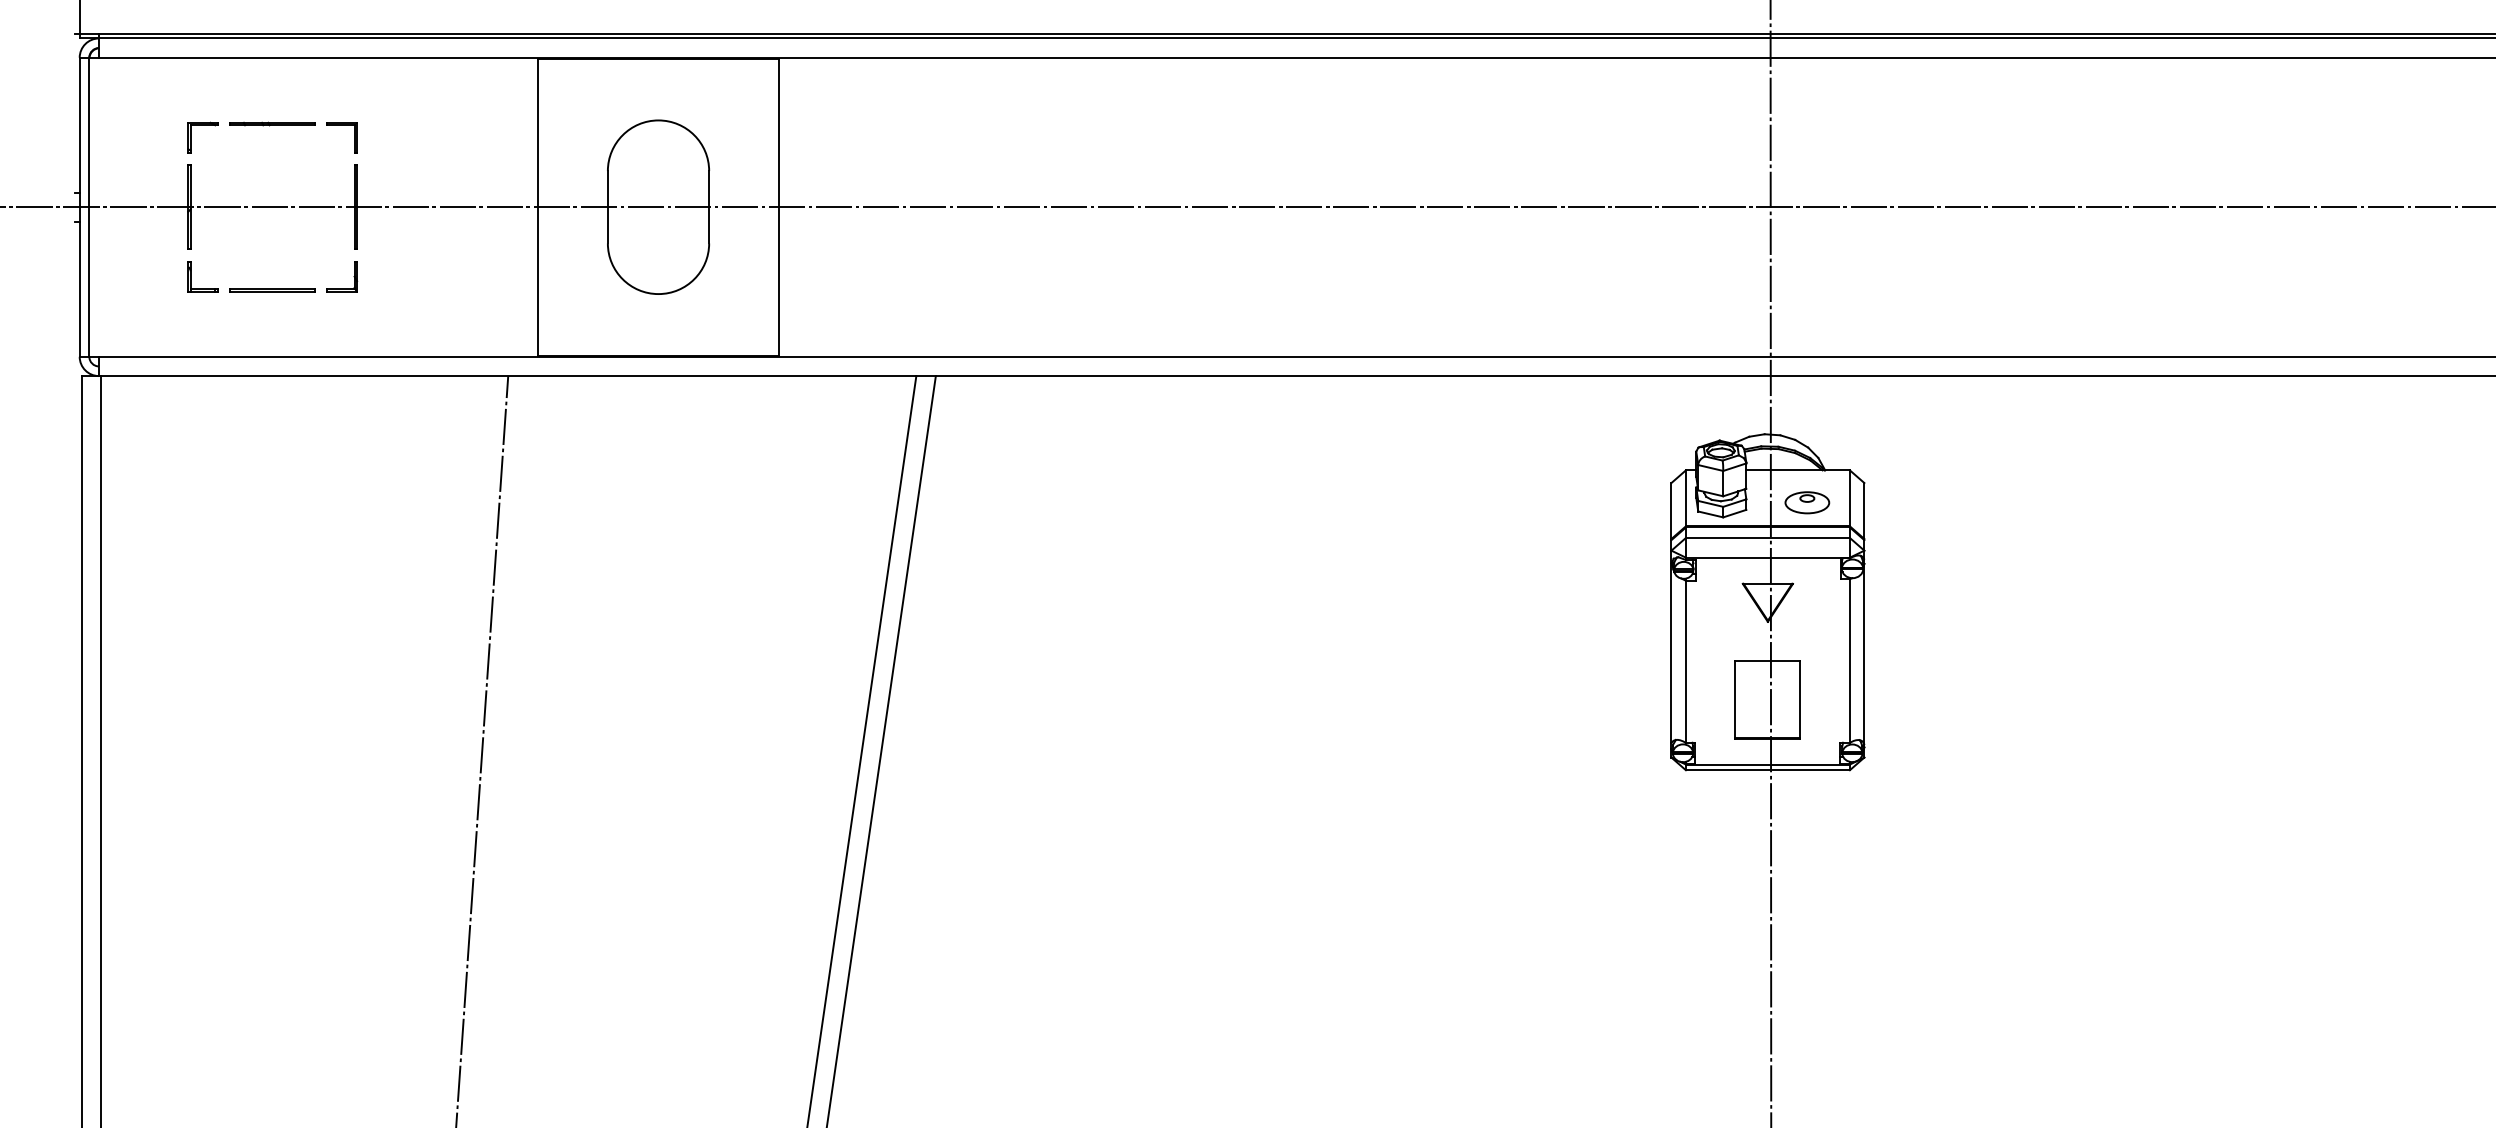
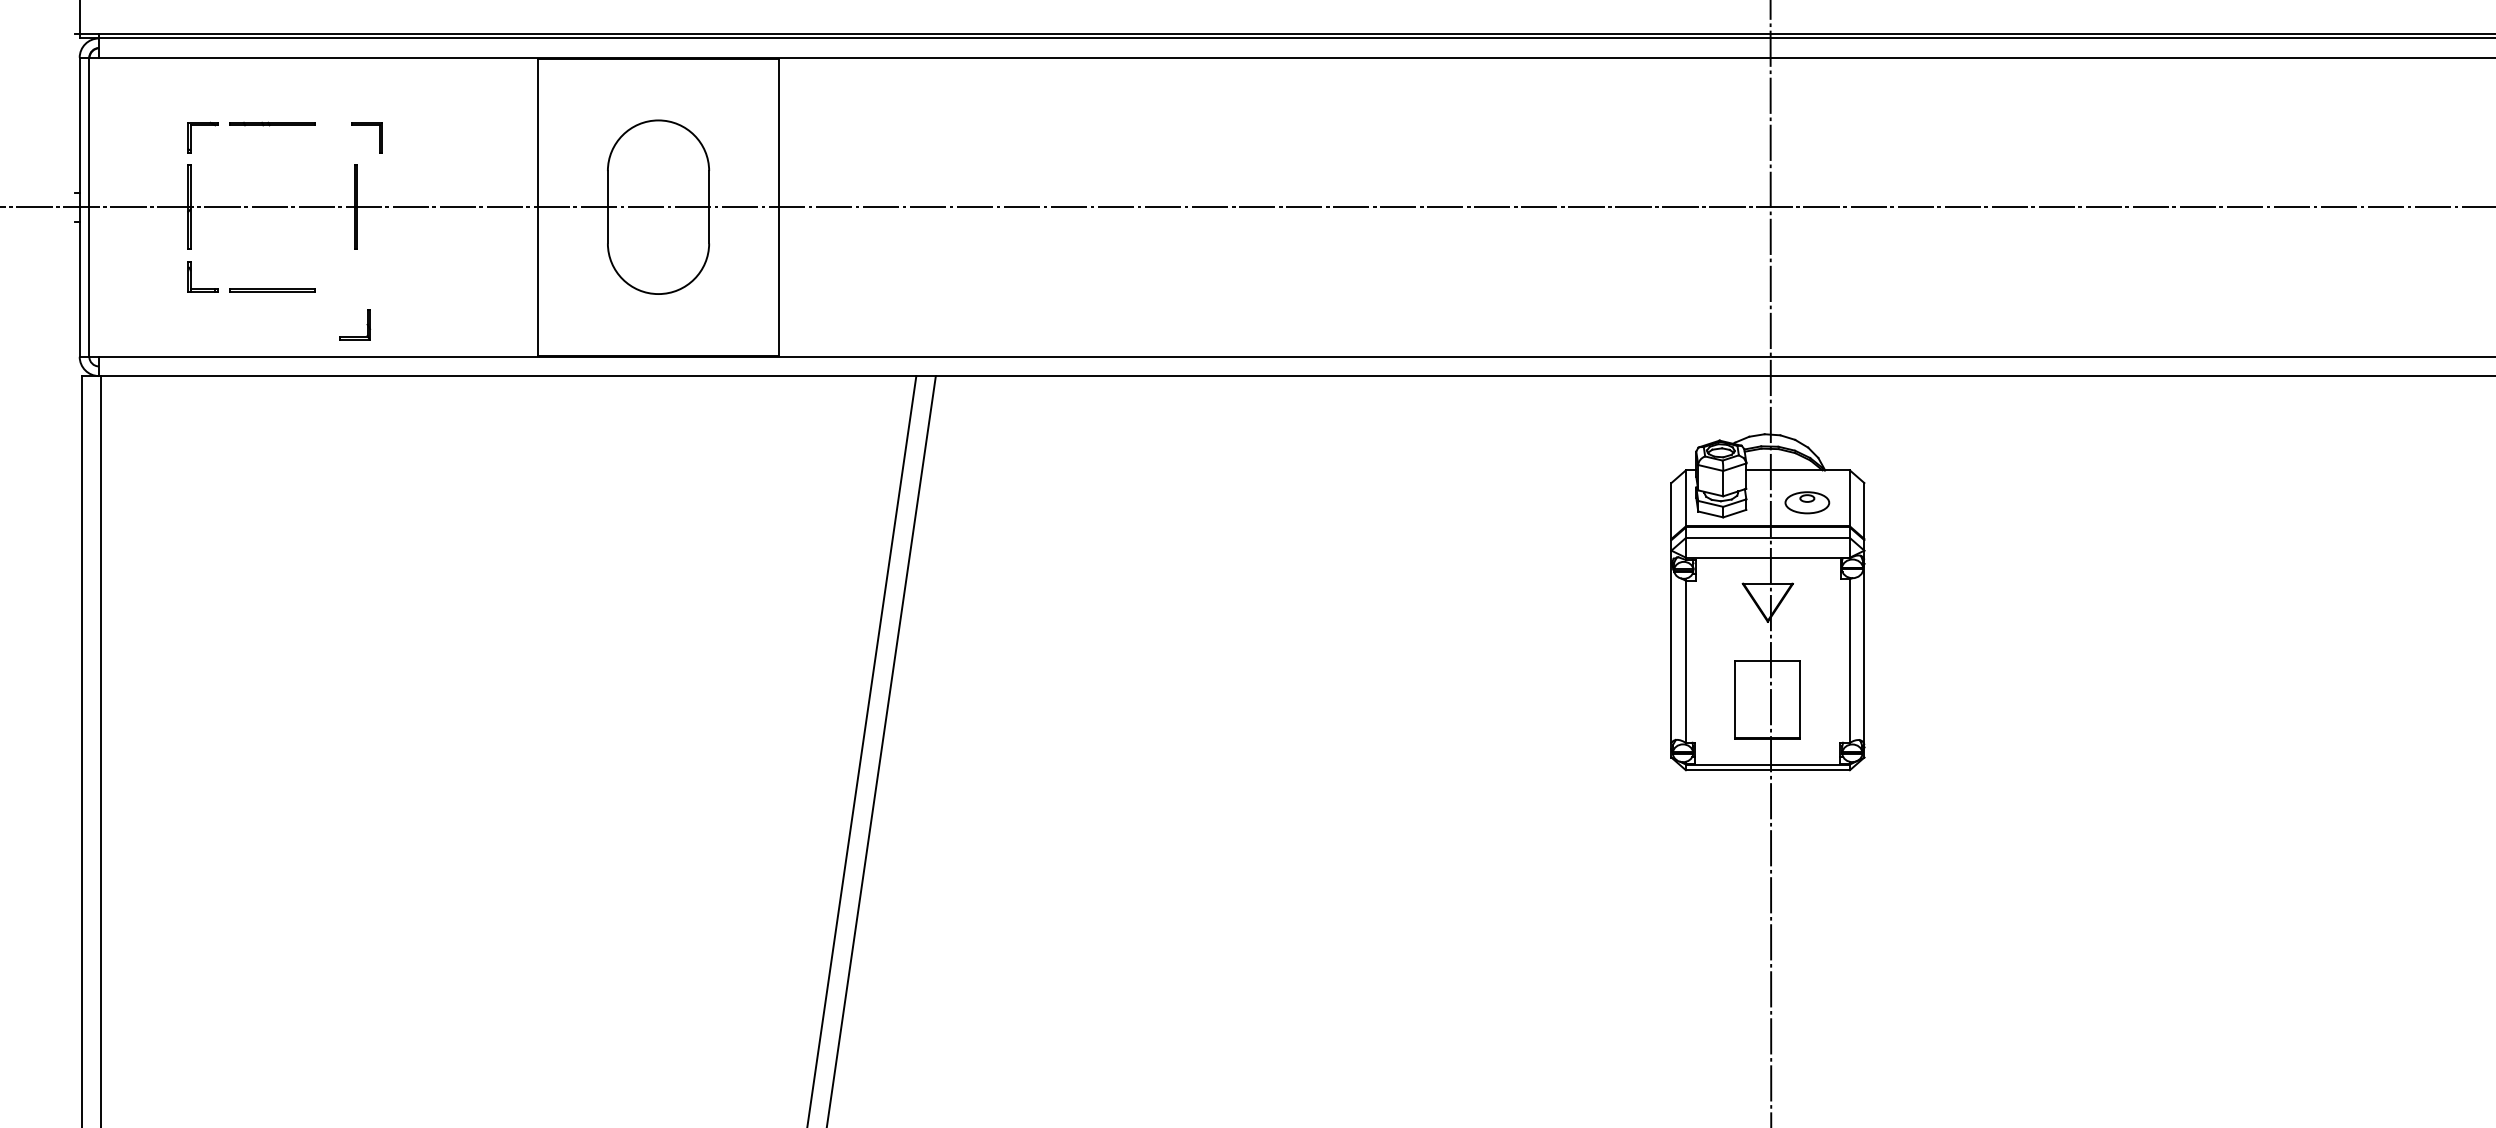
part at (341, 125) position: (341, 125) -> (366, 125)
part at (353, 276) position: (353, 276) -> (366, 324)
line at (482, 749): present -> none
